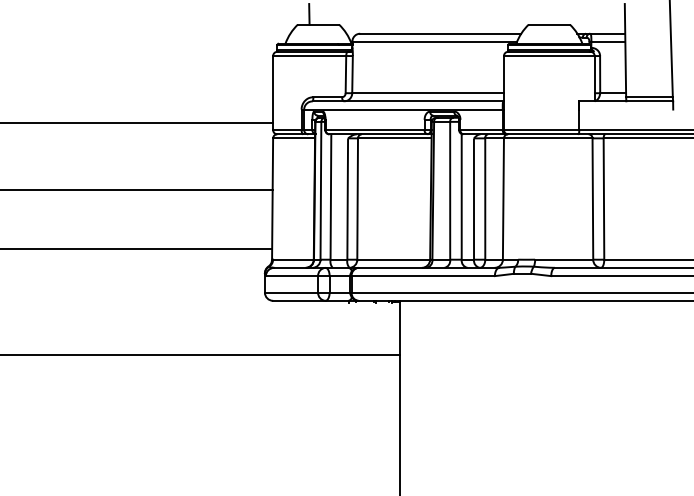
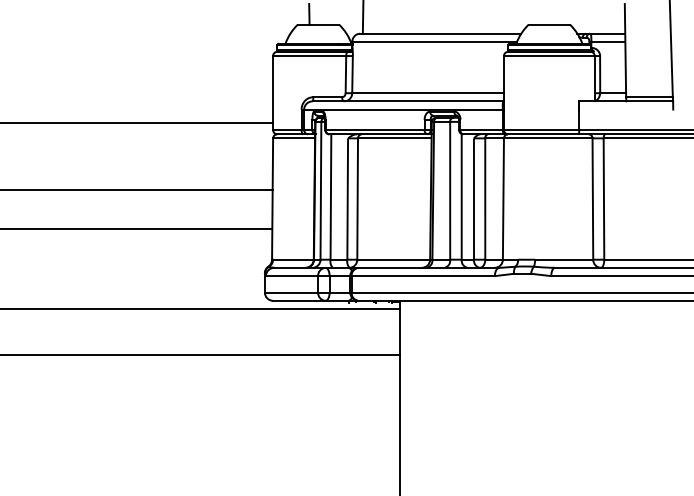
line at (362, 17): none -> present
line at (137, 249) position: (137, 249) -> (137, 229)
line at (200, 309): none -> present
